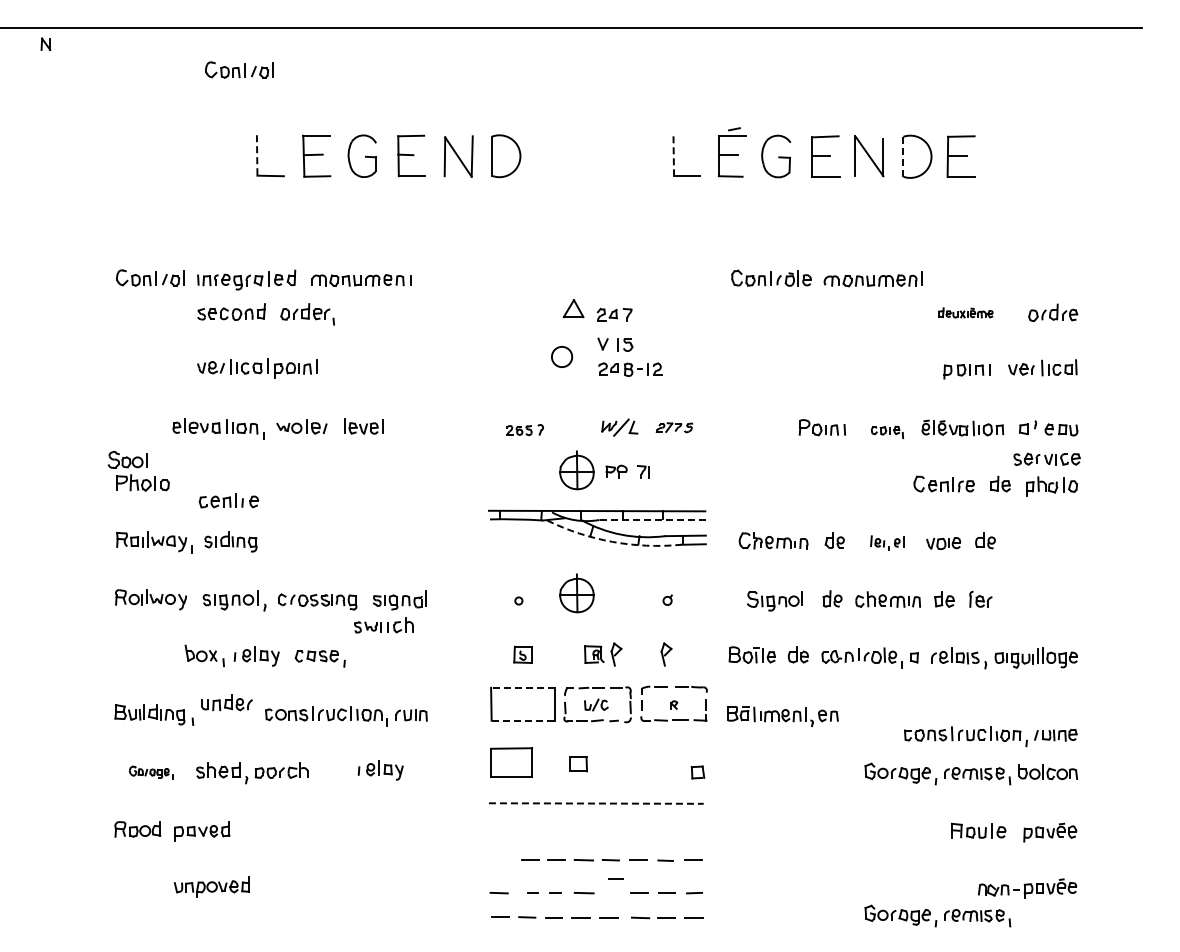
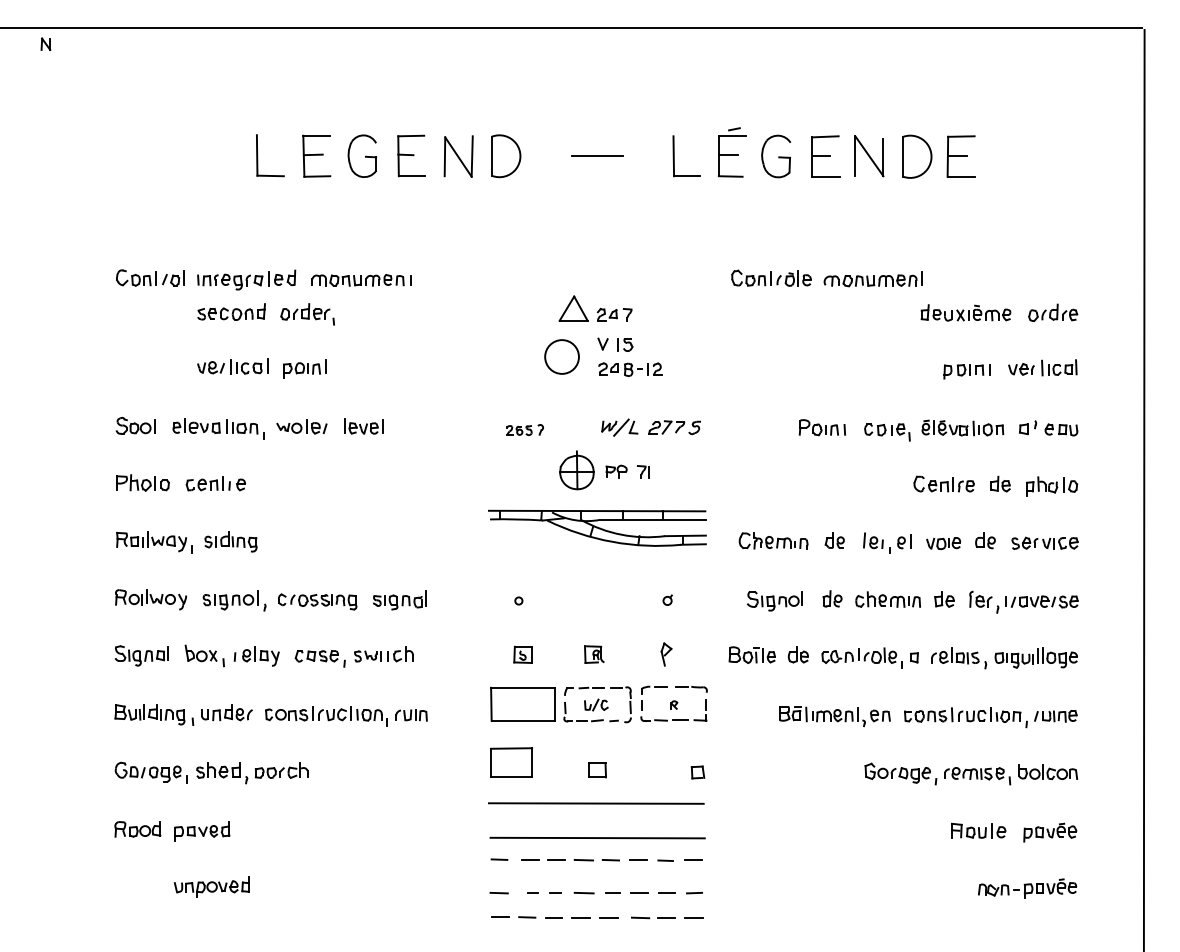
part at (239, 69): present -> none
line at (257, 155): dashed -> solid
line at (597, 156): none -> present
line at (673, 156): dashed -> solid
line at (903, 156): dashed -> solid
part at (573, 308) size: 23x20 px -> 31x27 px
part at (965, 312) size: 56x12 px -> 92x18 px
circle at (561, 356) diameter: 20 px -> 34 px
part at (295, 368) position: (295, 368) -> (304, 368)
part at (673, 427) size: 38x12 px -> 53x16 px
part at (887, 432) size: 34x15 px -> 47x19 px
part at (1046, 458) position: (1046, 458) -> (1044, 542)
part at (127, 459) position: (127, 459) -> (135, 425)
line at (1143, 488): none -> present
part at (228, 500) position: (228, 500) -> (215, 483)
line at (653, 519): dashed -> solid
arc at (612, 541): dashed -> solid
part at (887, 542) size: 35x16 px -> 49x22 px
part at (576, 593): present -> none
part at (1037, 604): none -> present
part at (383, 625) position: (383, 625) -> (383, 654)
part at (616, 654): present -> none
part at (141, 655): none -> present
line at (522, 687): dashed -> solid
part at (226, 702) position: (226, 702) -> (226, 712)
part at (782, 716) position: (782, 716) -> (834, 716)
line at (523, 720): dashed -> solid
part at (990, 736) position: (990, 736) -> (990, 717)
part at (578, 764) position: (578, 764) -> (597, 770)
part at (380, 770): present -> none
part at (150, 772) size: 46x15 px -> 74x23 px
line at (596, 803): dashed -> solid
line at (597, 837): none -> present
line at (499, 859): none -> present
line at (615, 878) position: (615, 878) -> (612, 892)
part at (937, 915): present -> none
